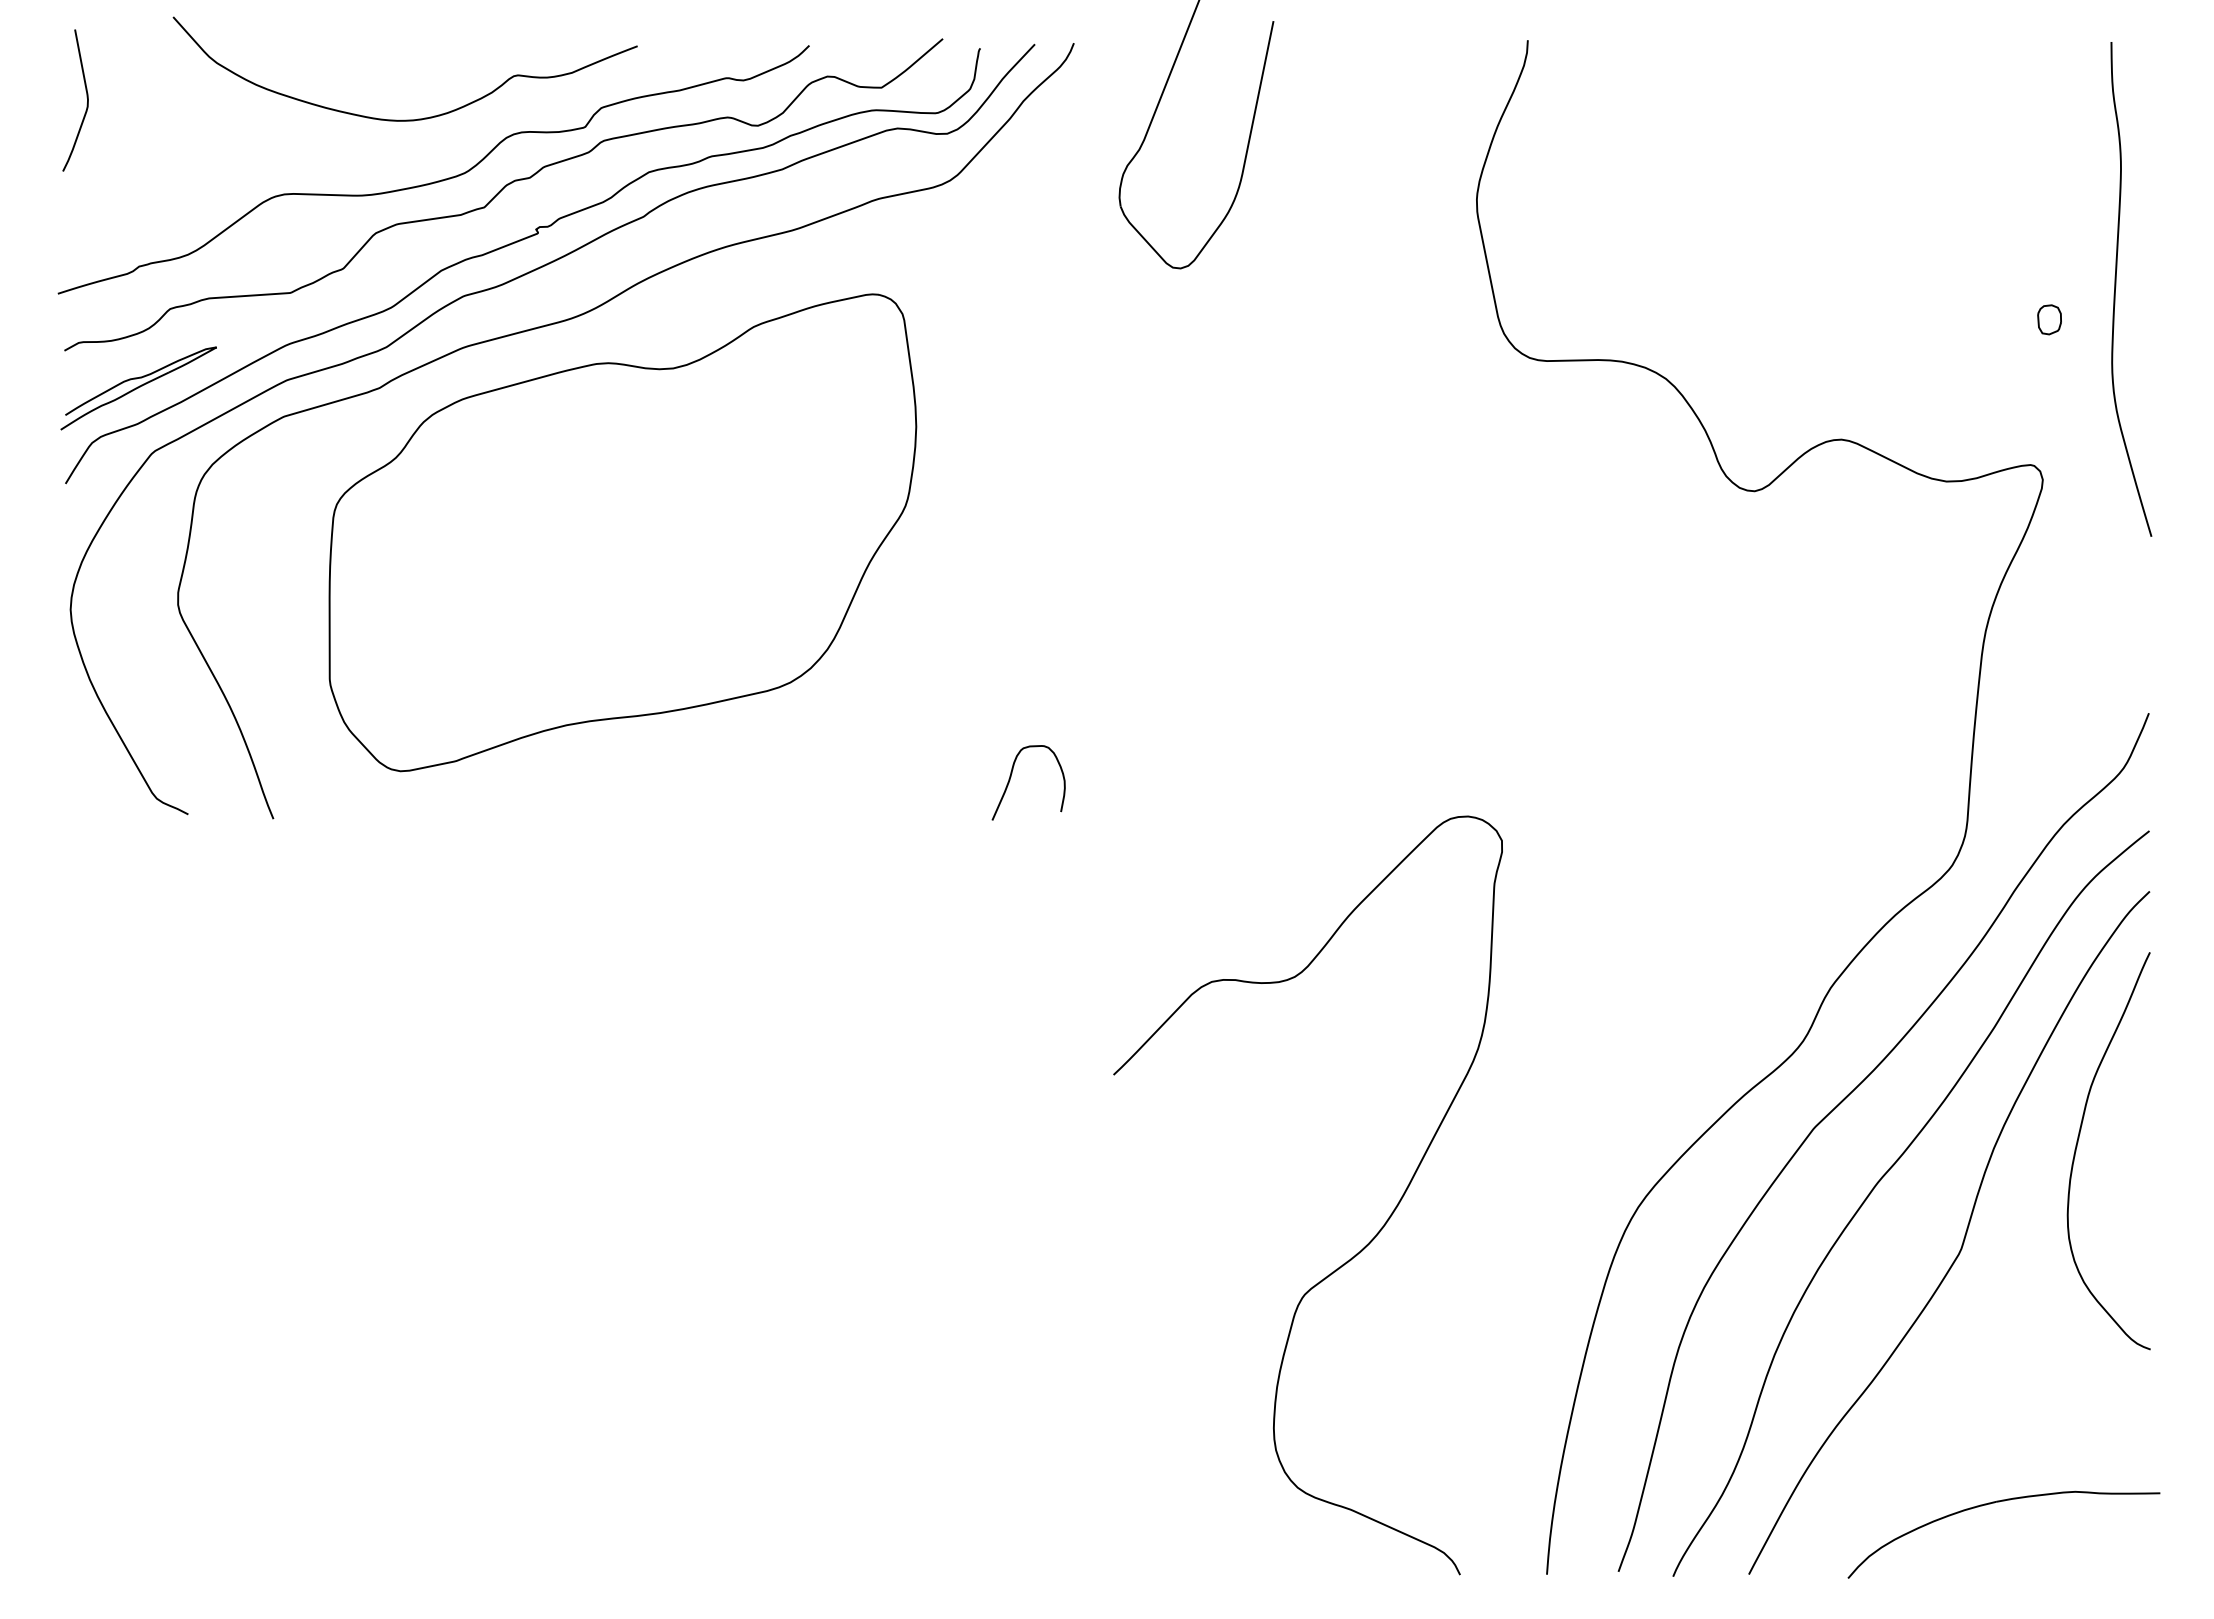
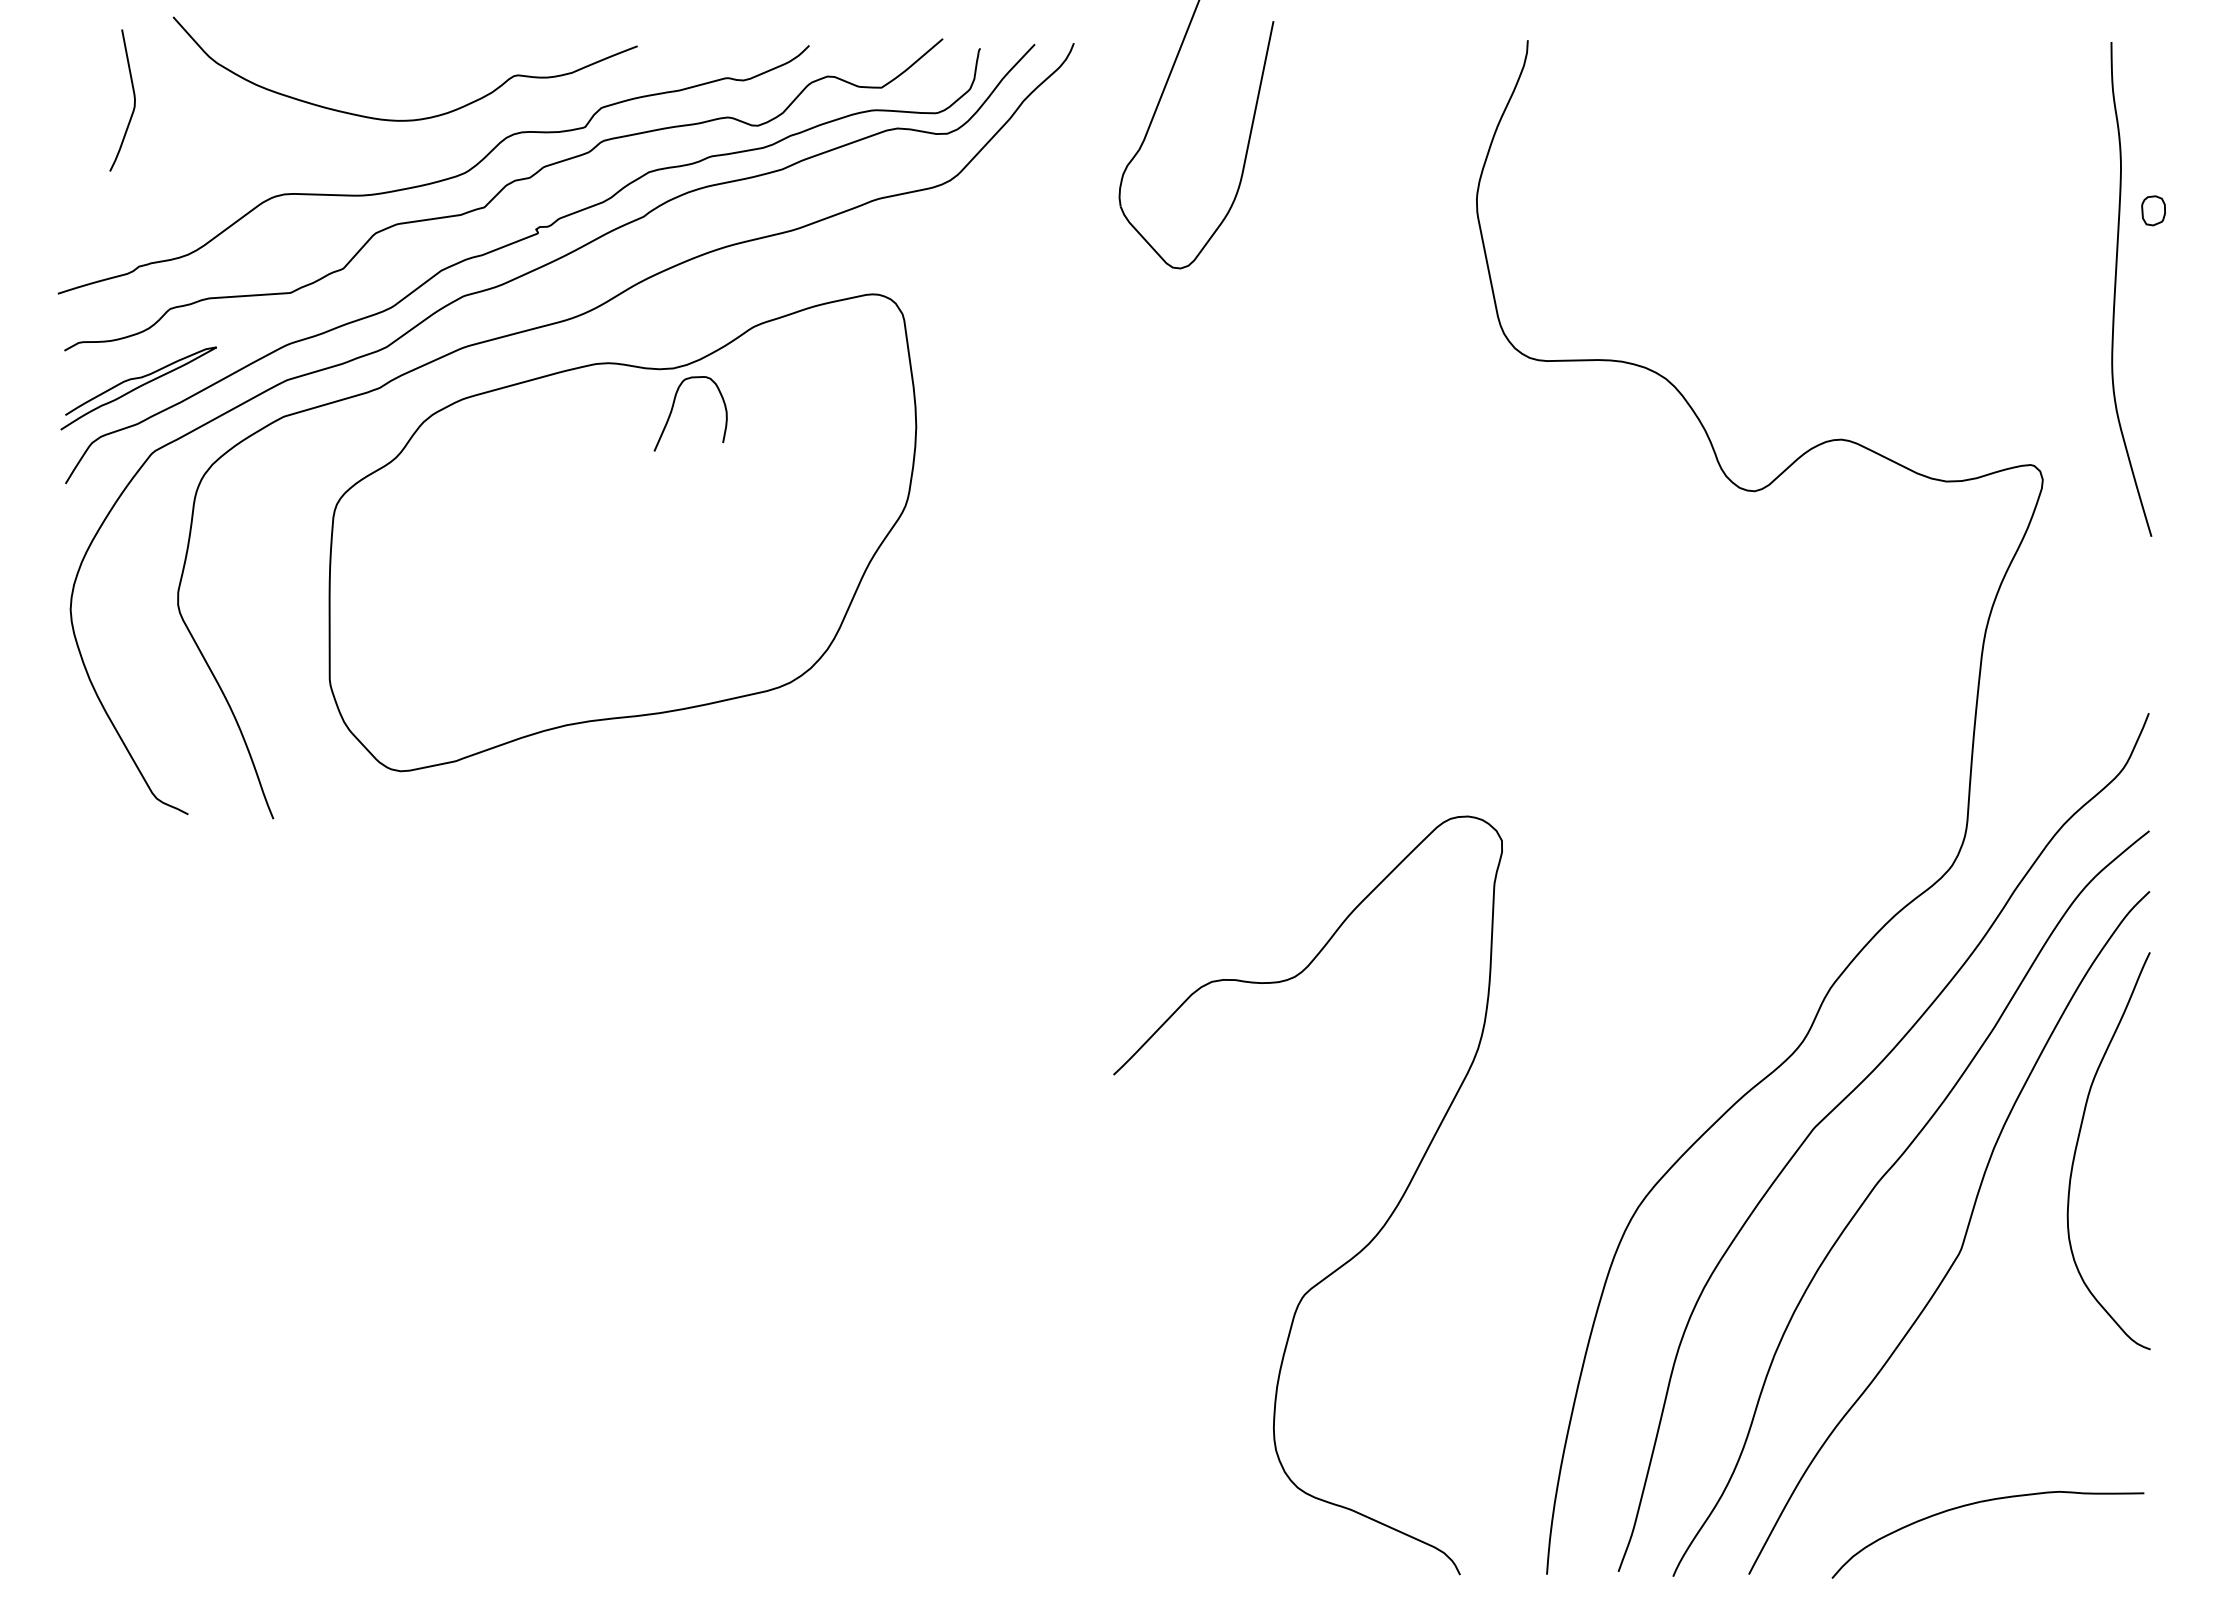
curve at (86, 97) position: (86, 97) -> (133, 97)
part at (2049, 319) position: (2049, 319) -> (2153, 210)
curve at (1011, 777) position: (1011, 777) -> (673, 408)
part at (1999, 1502) position: (1999, 1502) -> (1983, 1502)
